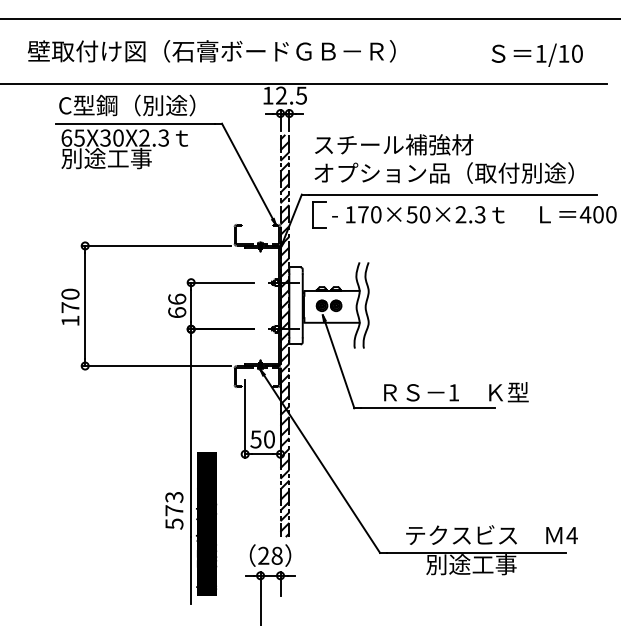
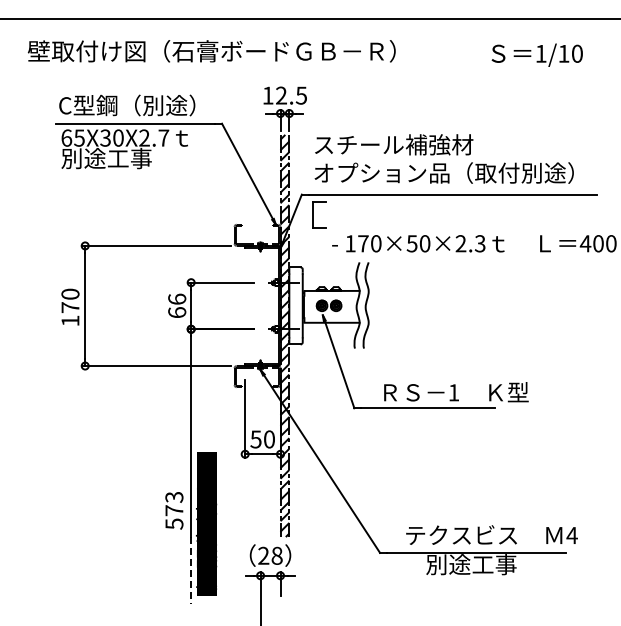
line at (304, 84): present -> none
text at (163, 137): 65X30X2.3 -> 65X30X2.7
text at (474, 214) position: (474, 214) -> (474, 243)
line at (191, 570): solid -> dashed
